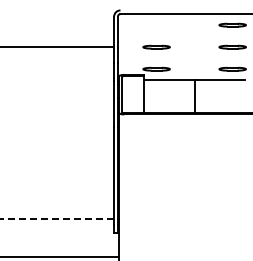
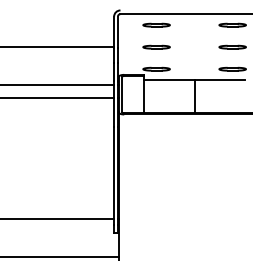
part at (156, 24): none -> present
line at (58, 84): none -> present
line at (58, 98): none -> present
line at (57, 219): dashed -> solid
